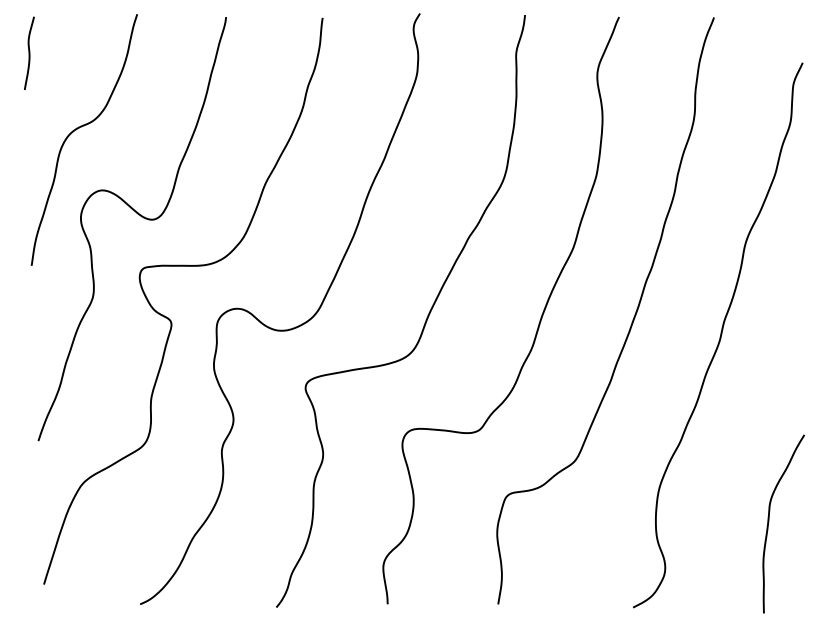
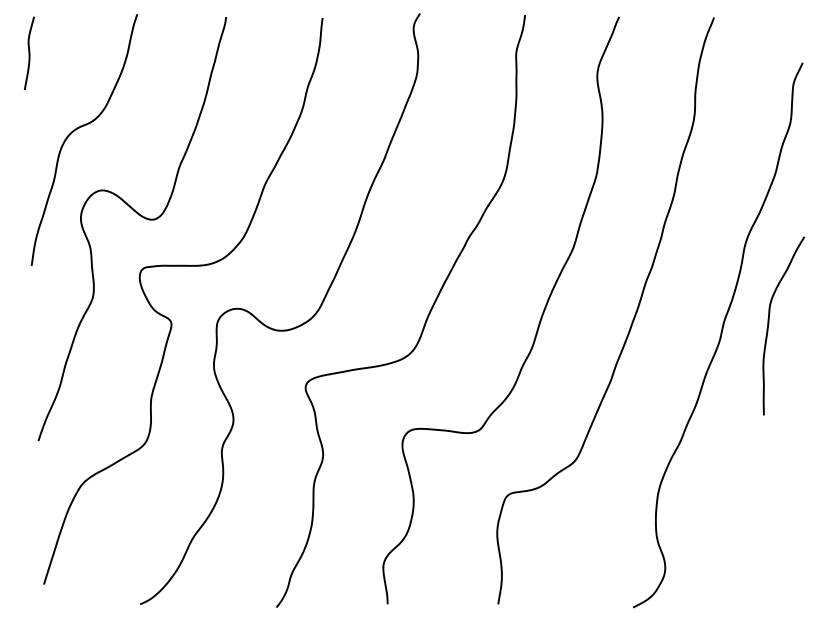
curve at (769, 522) position: (769, 522) -> (769, 324)
